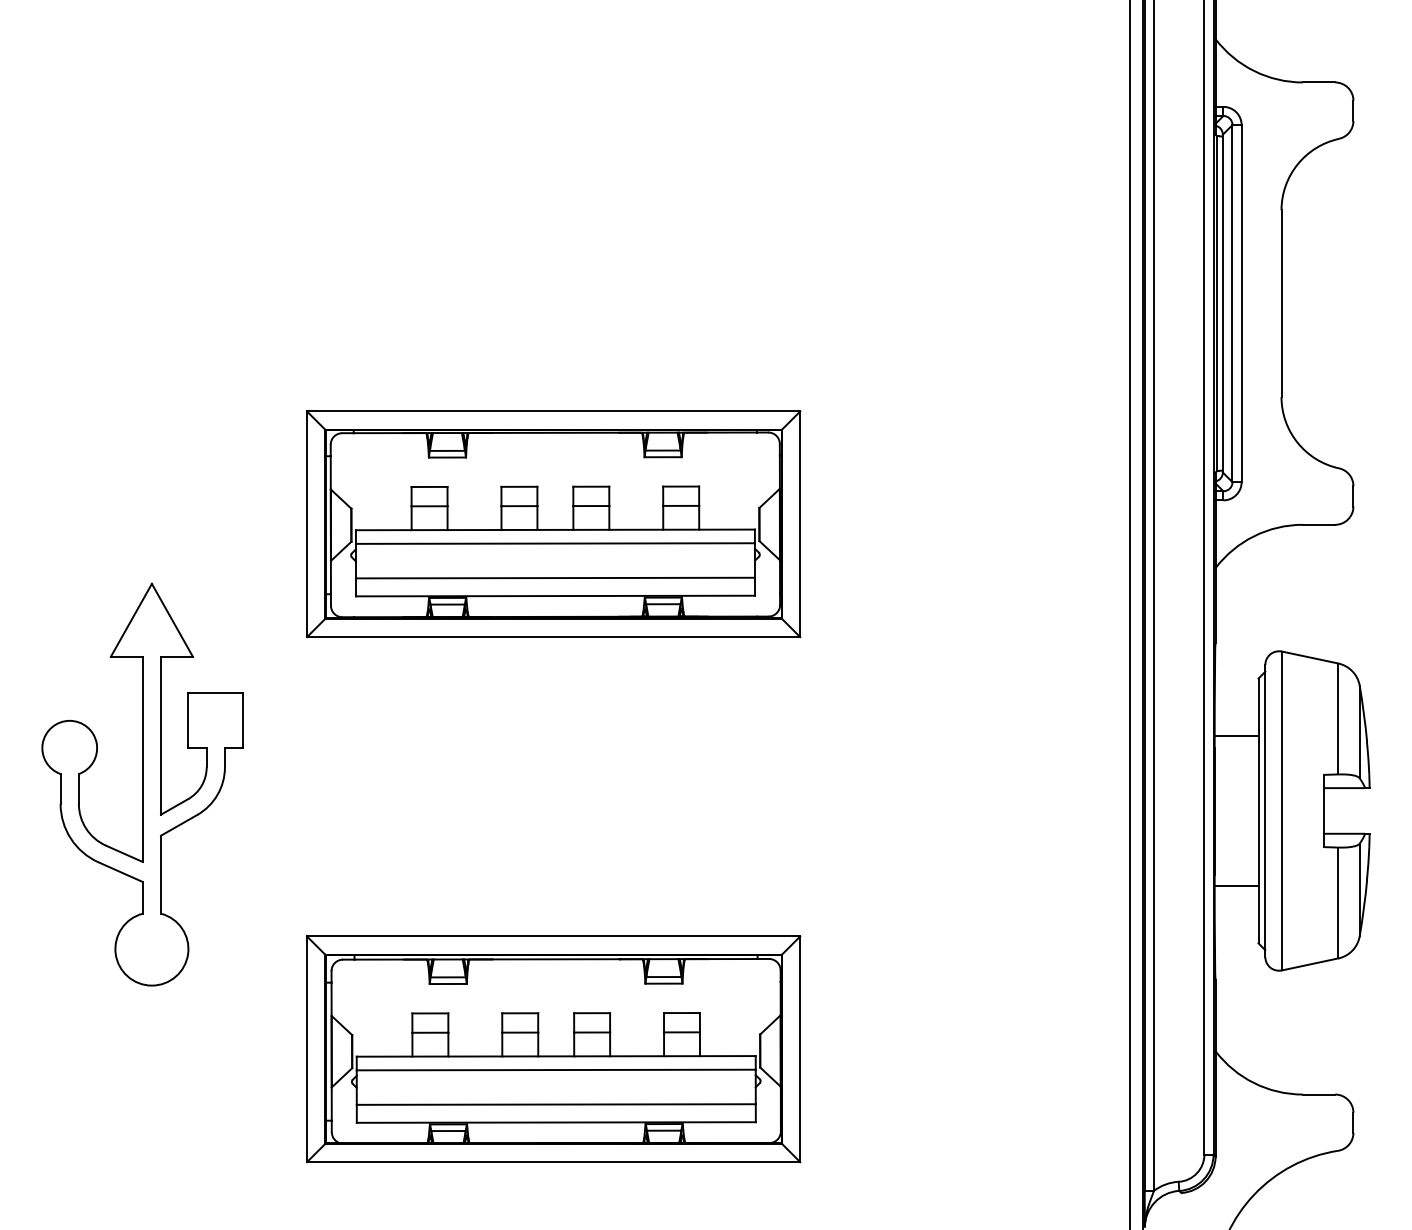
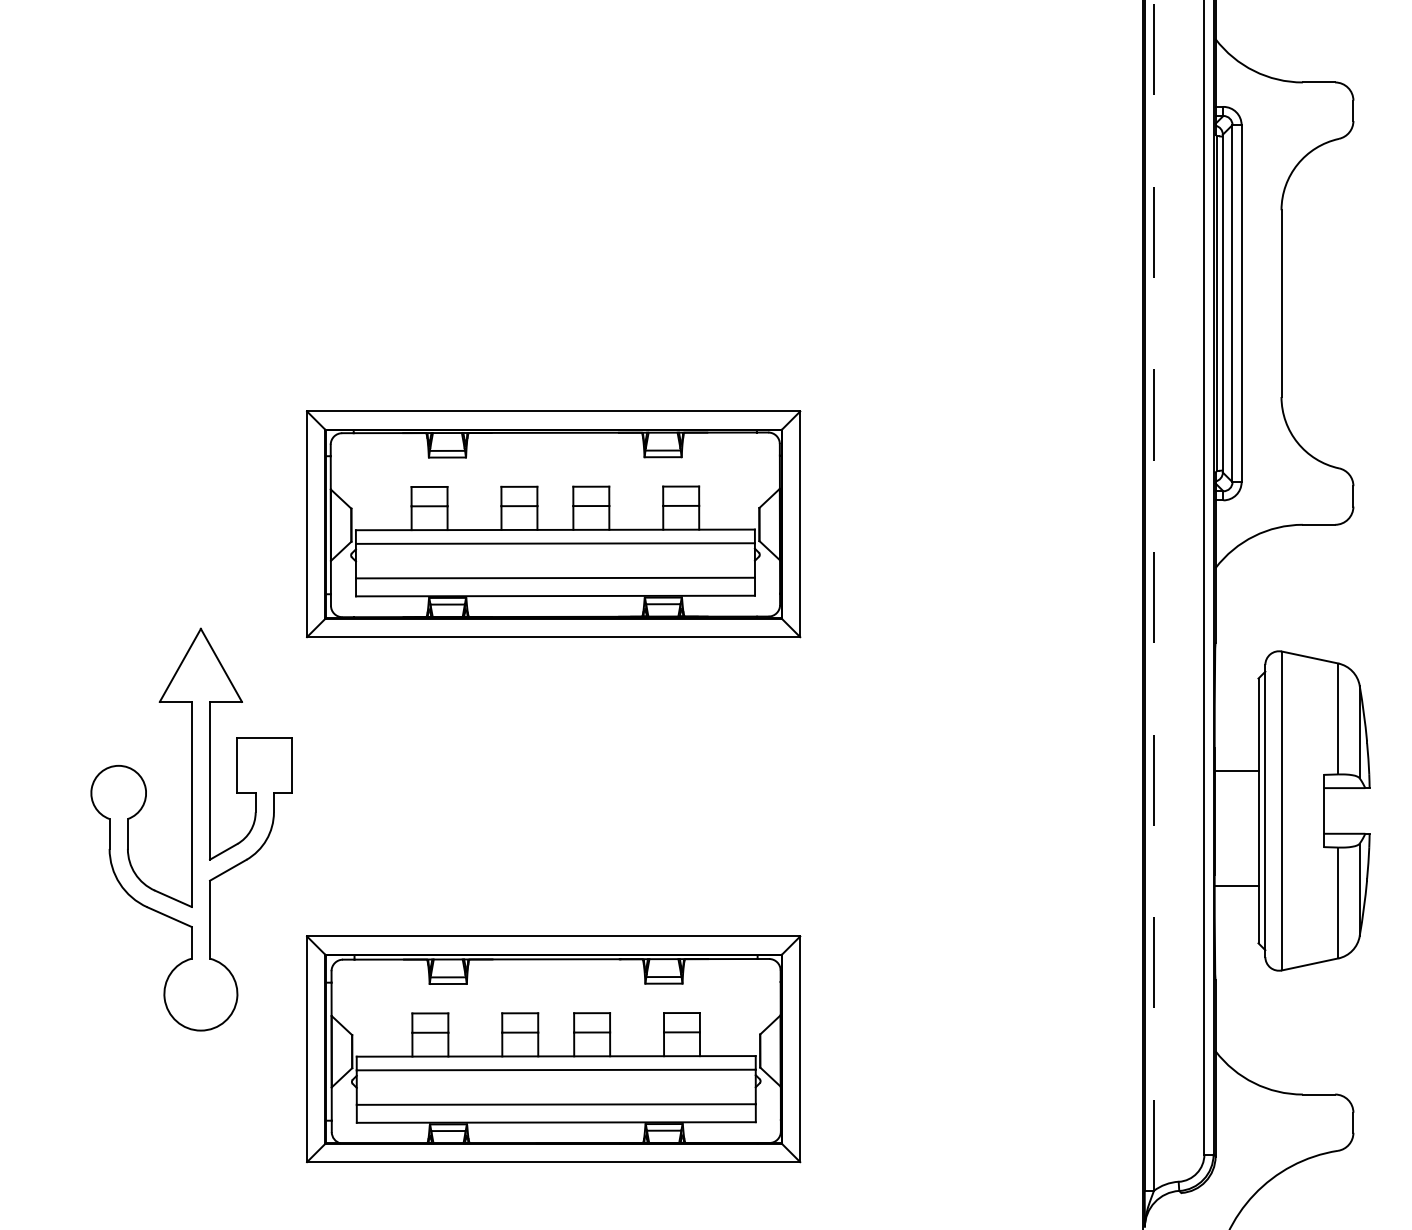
line at (1153, 595): solid -> dashed
line at (1129, 614): present -> none
line at (1236, 736) position: (1236, 736) -> (1236, 771)
part at (142, 784) position: (142, 784) -> (191, 829)
